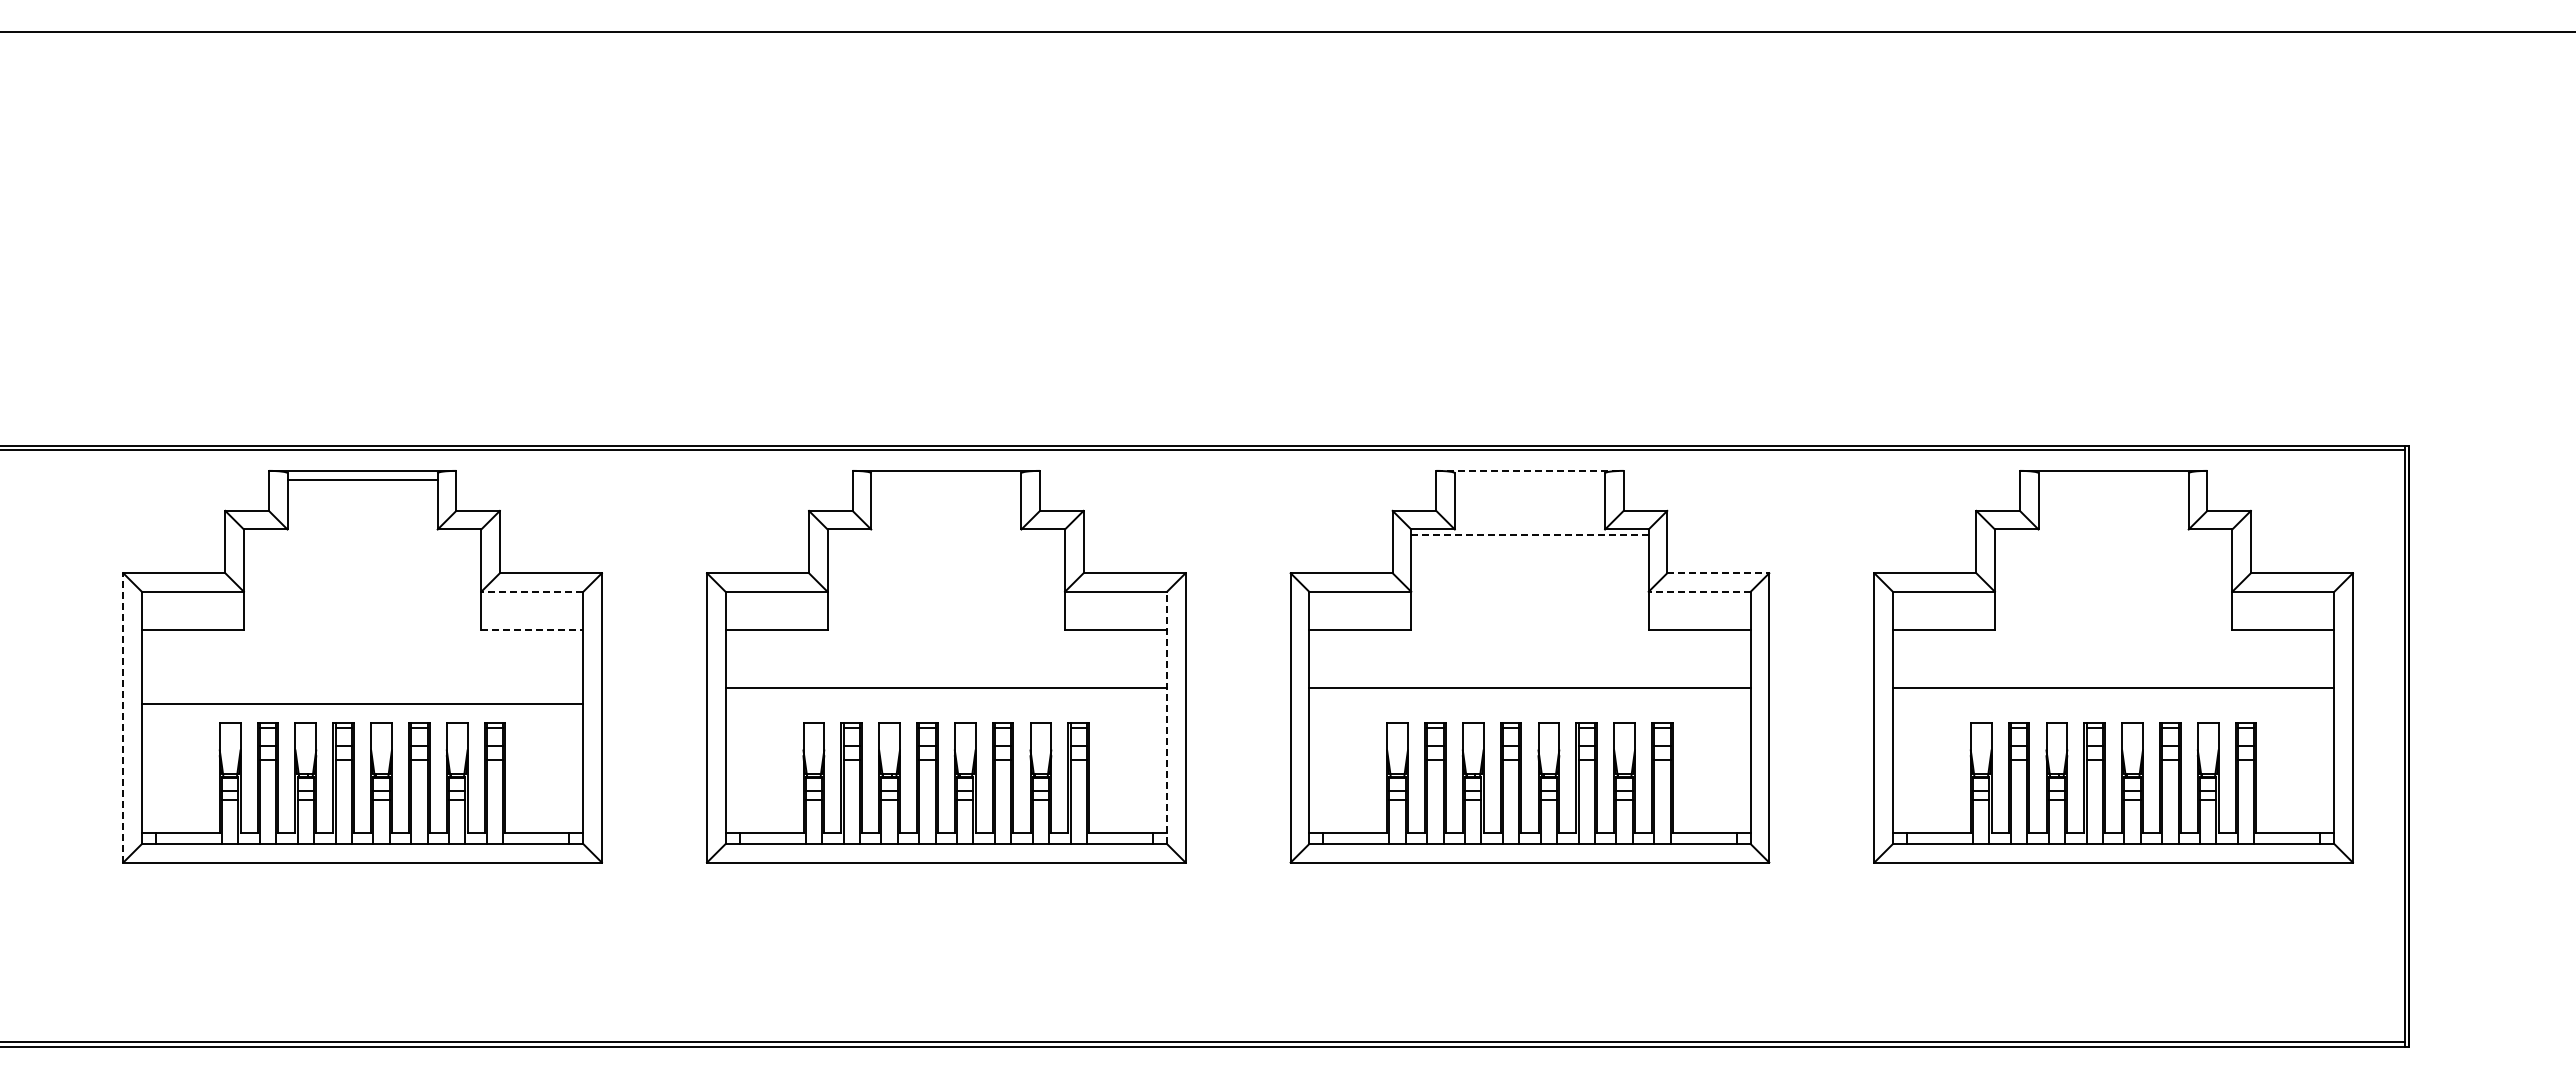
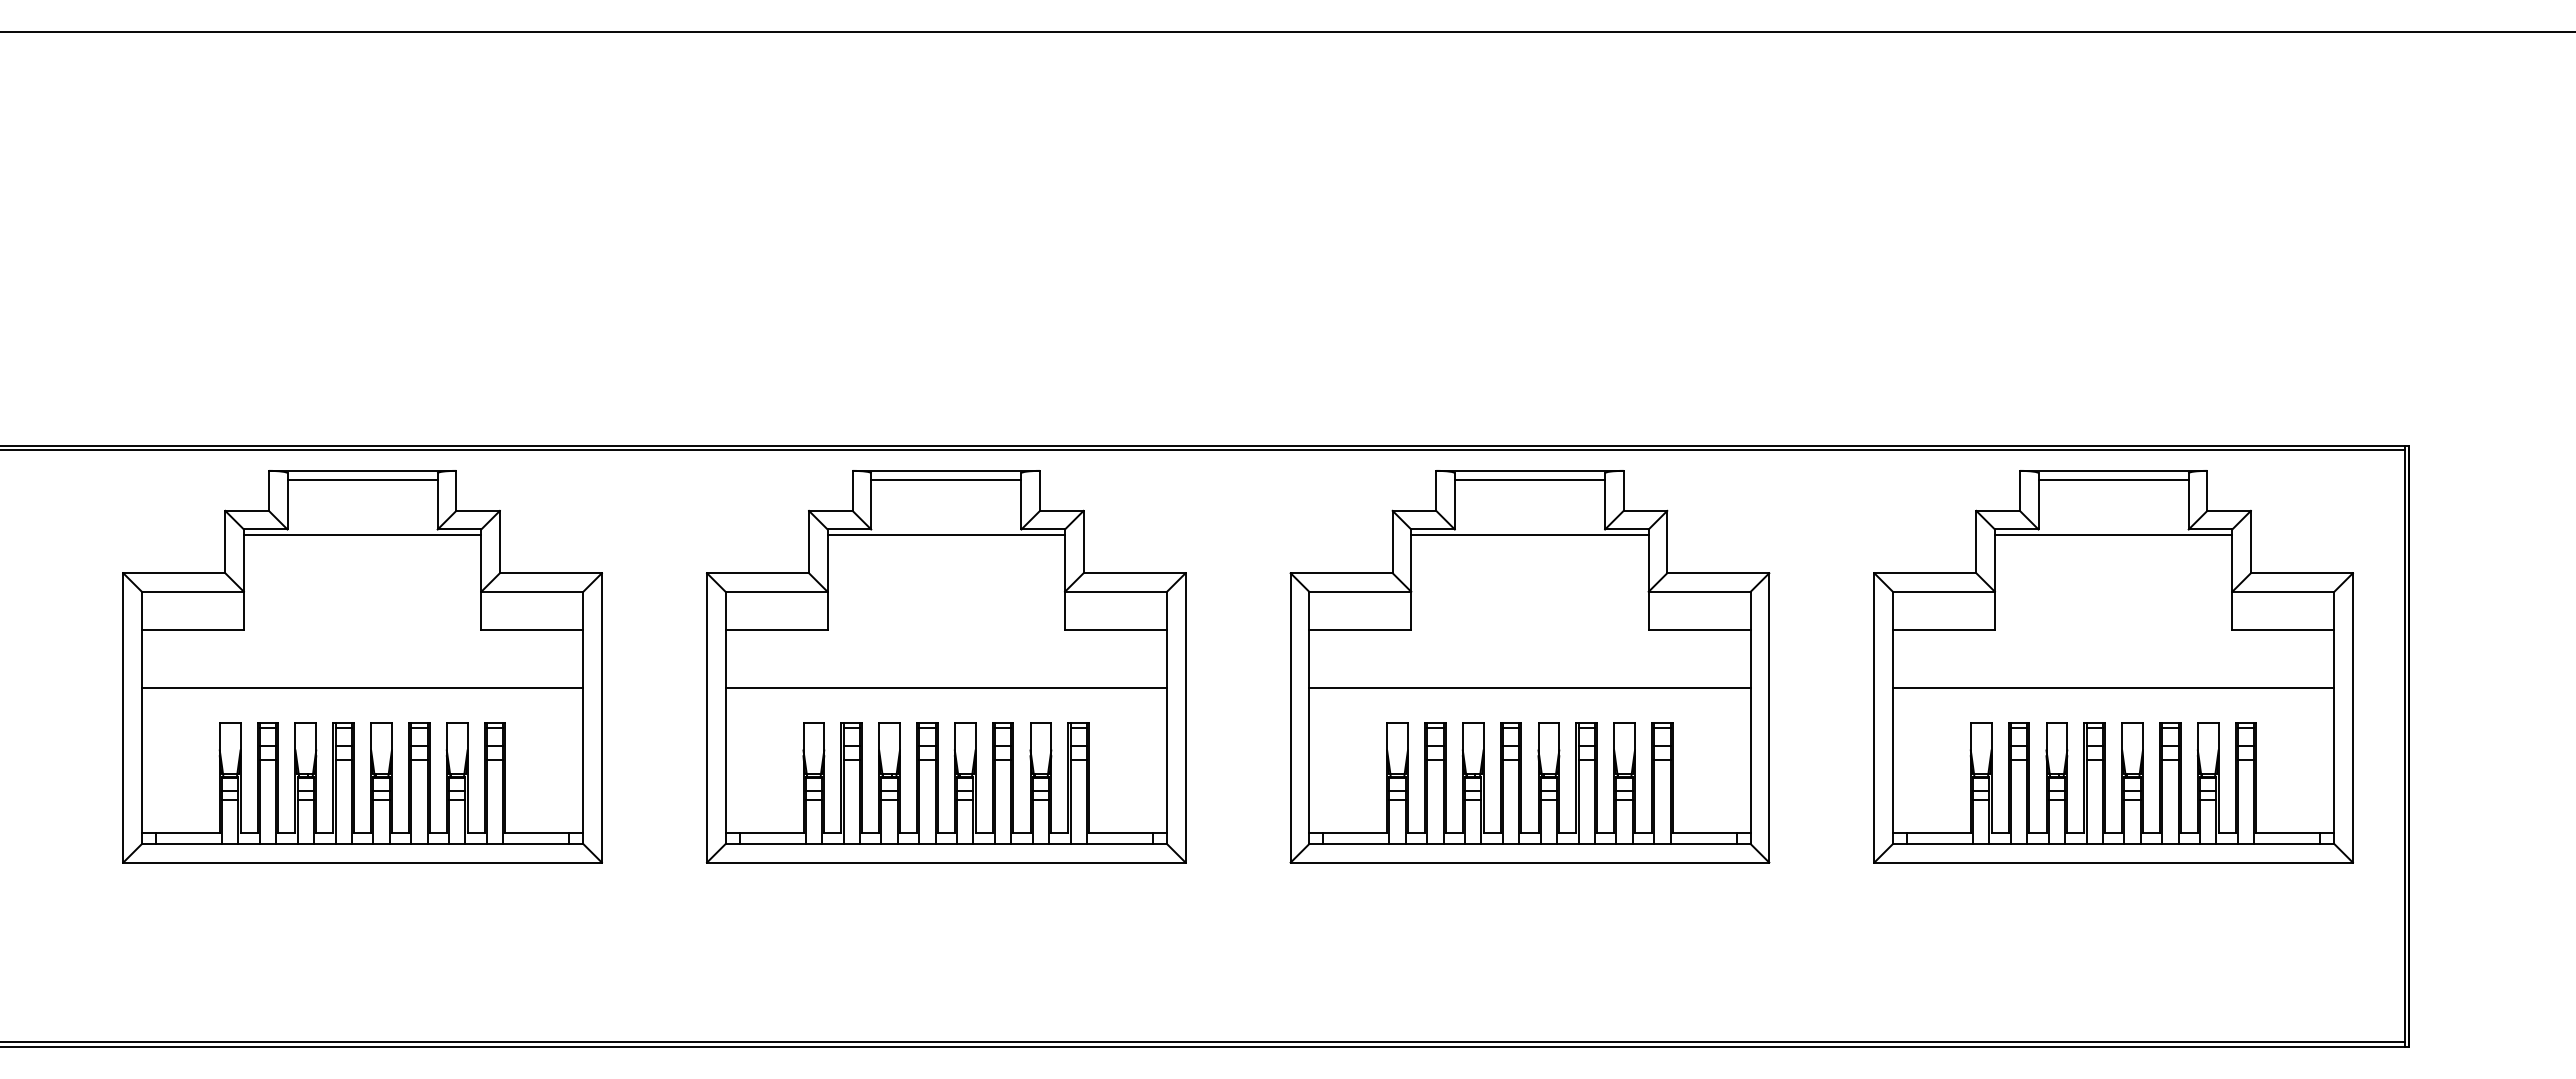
line at (1529, 470): dashed -> solid
line at (946, 480): none -> present
line at (1529, 480): none -> present
line at (2113, 480): none -> present
line at (362, 534): none -> present
line at (946, 534): none -> present
line at (1529, 534): dashed -> solid
line at (2113, 534): none -> present
line at (1718, 573): dashed -> solid
line at (531, 591): dashed -> solid
line at (1699, 591): dashed -> solid
line at (532, 630): dashed -> solid
line at (362, 703) position: (362, 703) -> (362, 687)
line at (123, 717): dashed -> solid
line at (1167, 717): dashed -> solid
